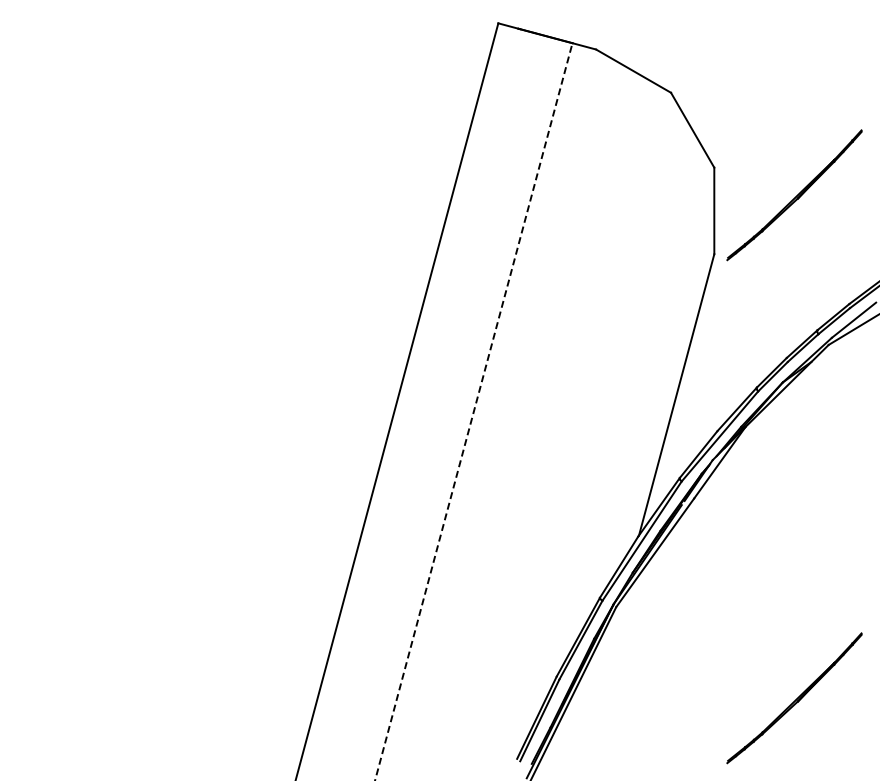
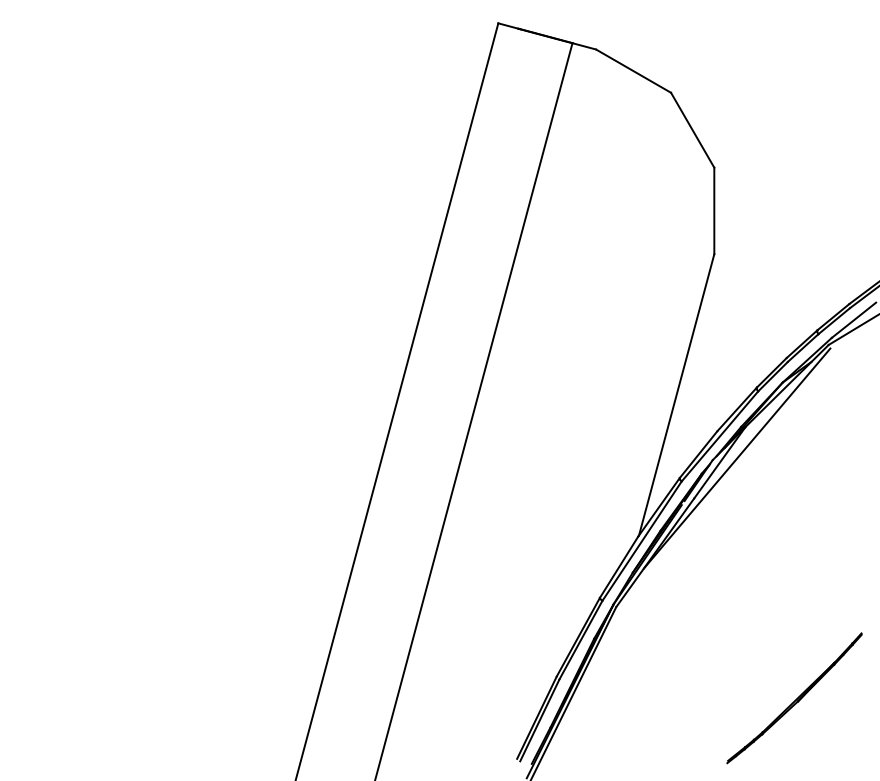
part at (794, 195): present -> none
line at (473, 411): dashed -> solid
line at (736, 458): none -> present
